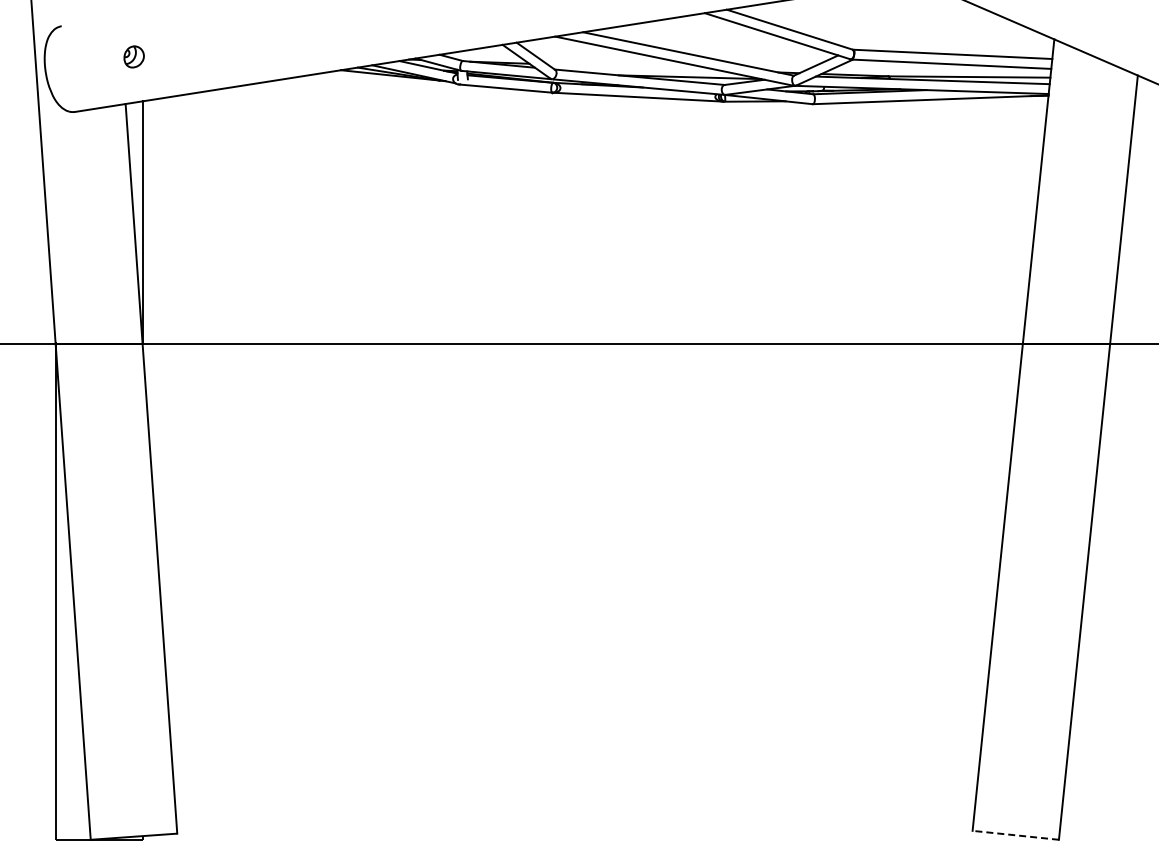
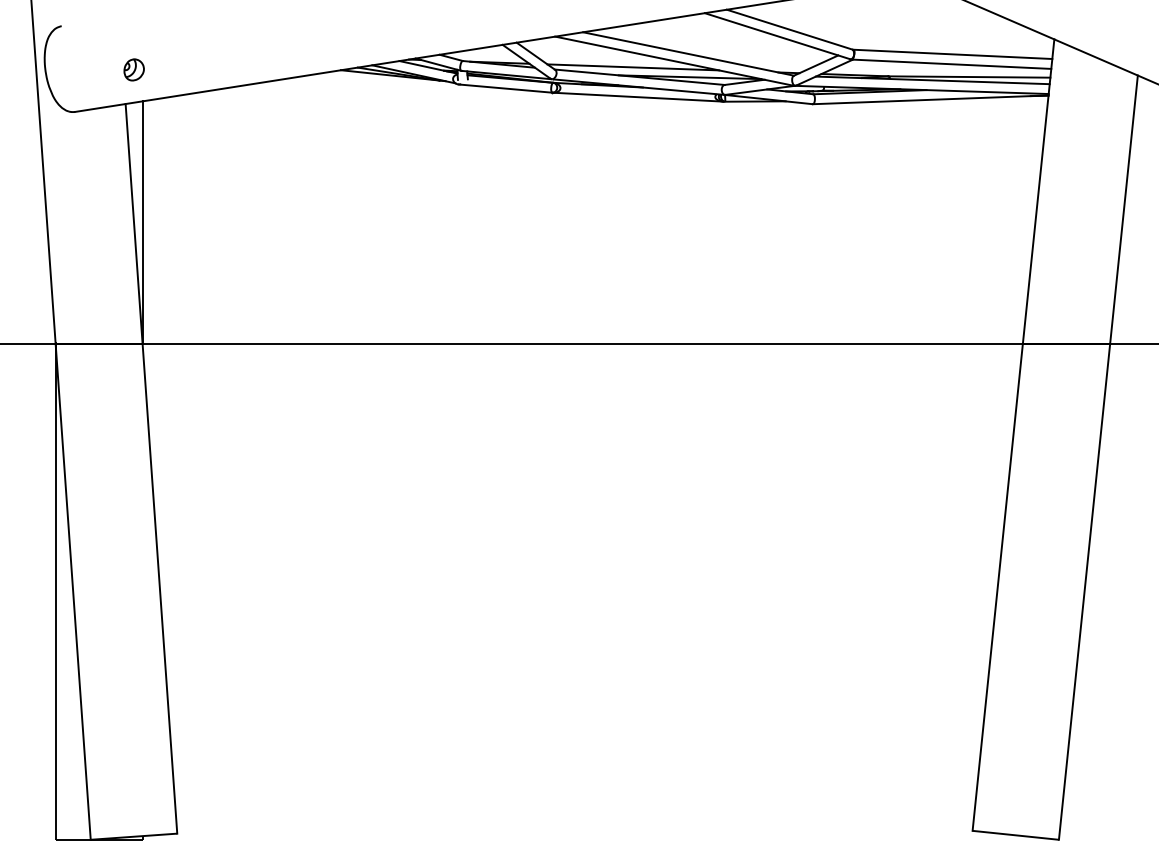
part at (133, 56) position: (133, 56) -> (133, 69)
line at (633, 67): none -> present
line at (1015, 835): dashed -> solid
